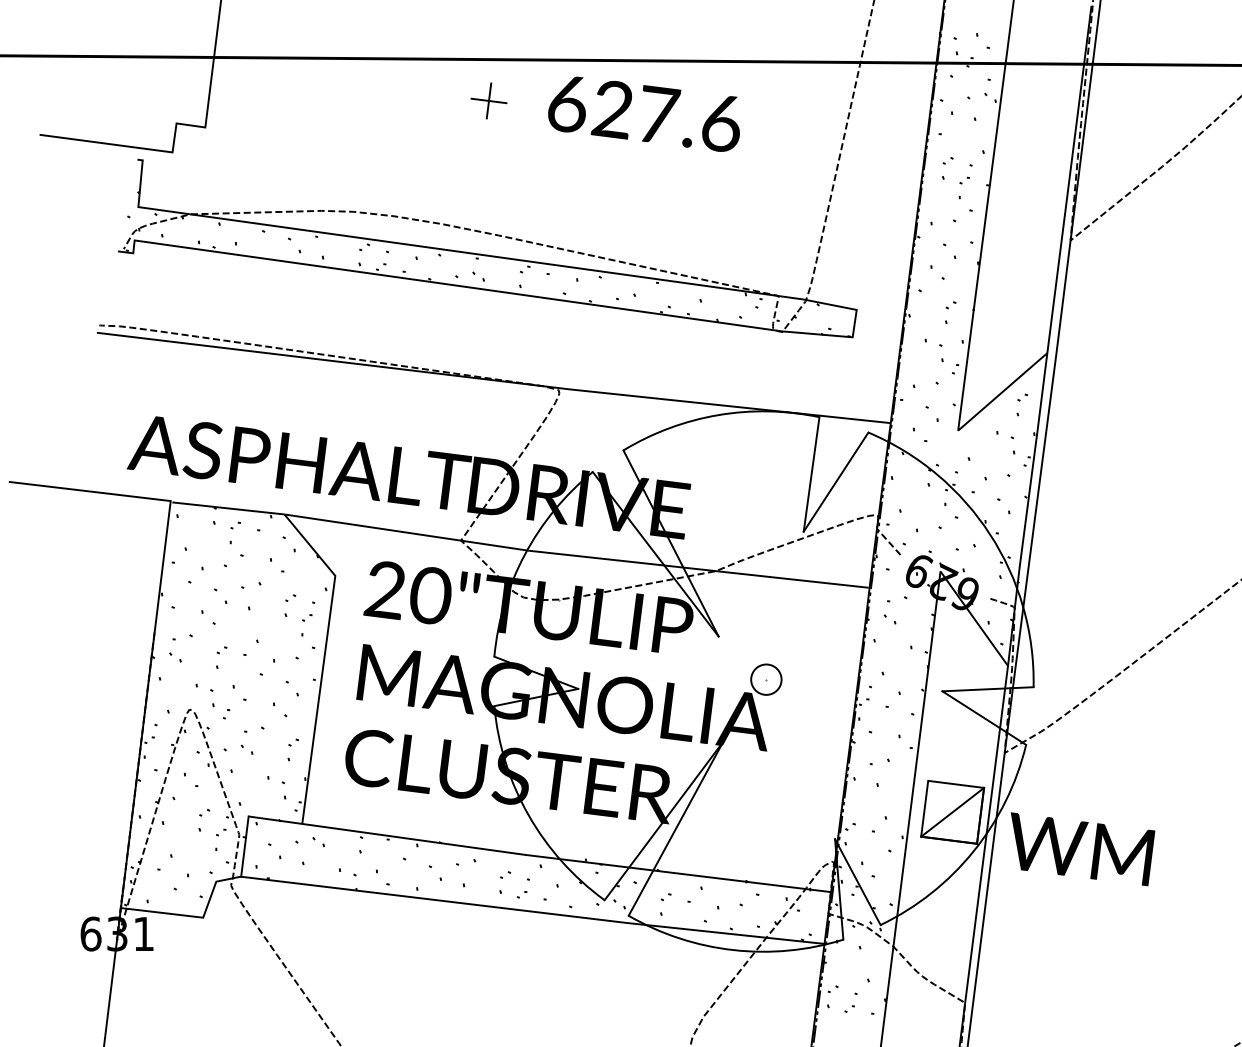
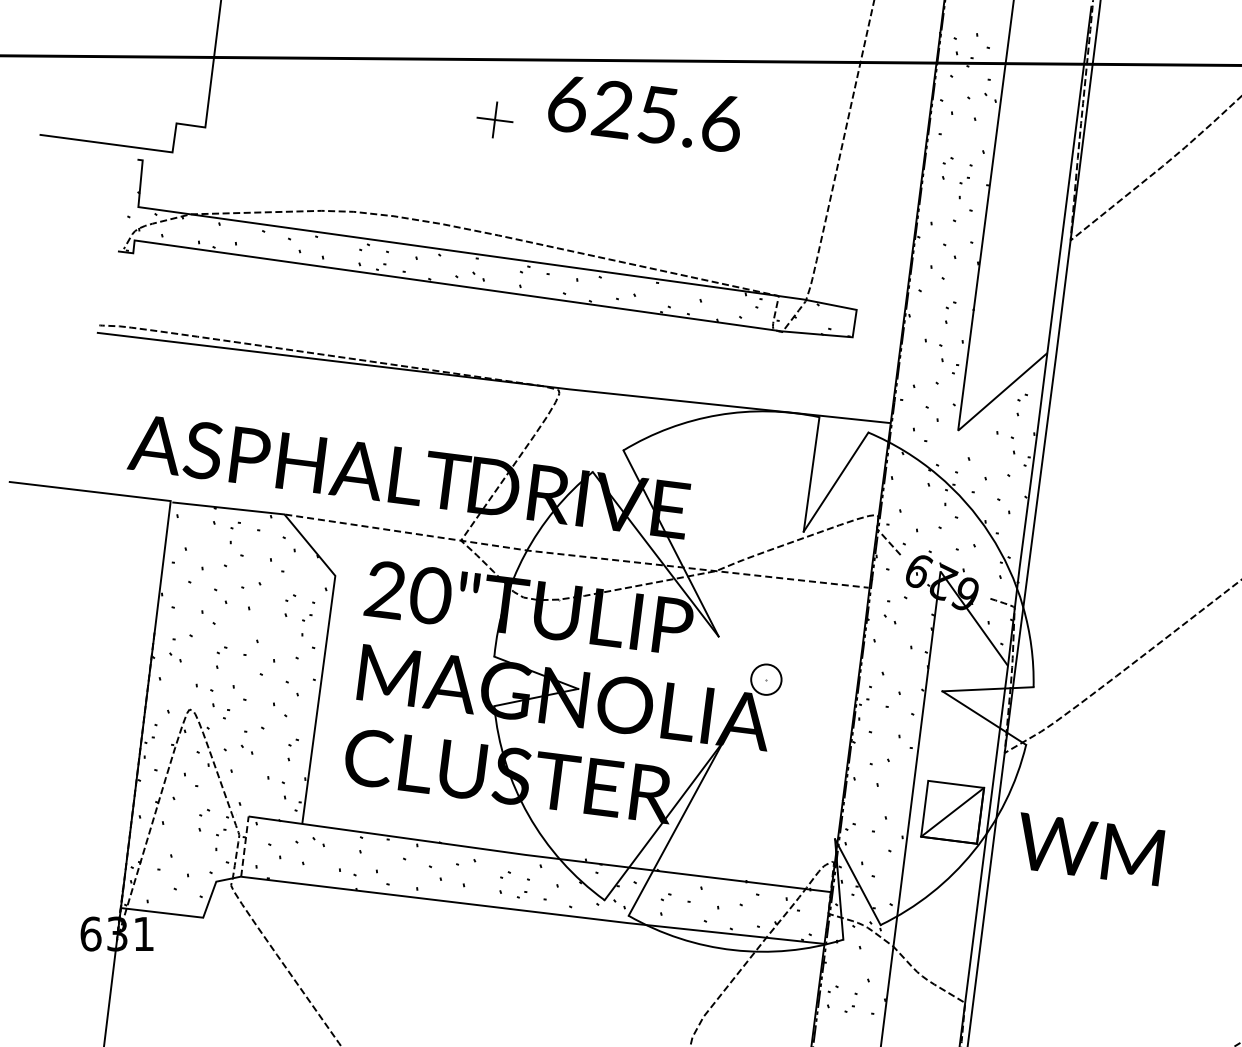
part at (488, 100) position: (488, 100) -> (494, 119)
text at (659, 114): 627.6 -> 625.6
line at (575, 555): solid -> dashed
line at (244, 846): solid -> dashed
text at (1082, 849) position: (1082, 849) -> (1092, 849)
